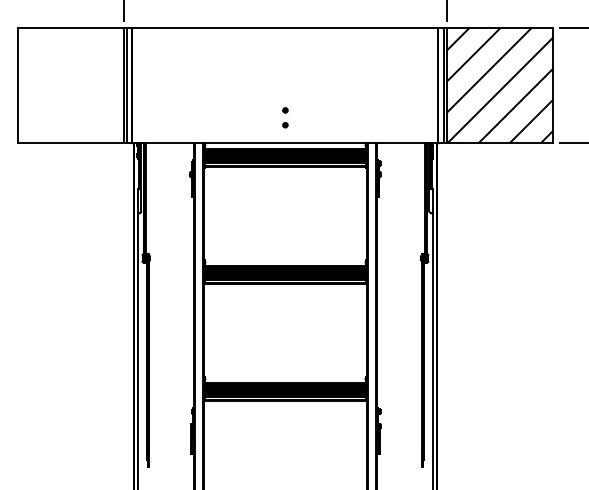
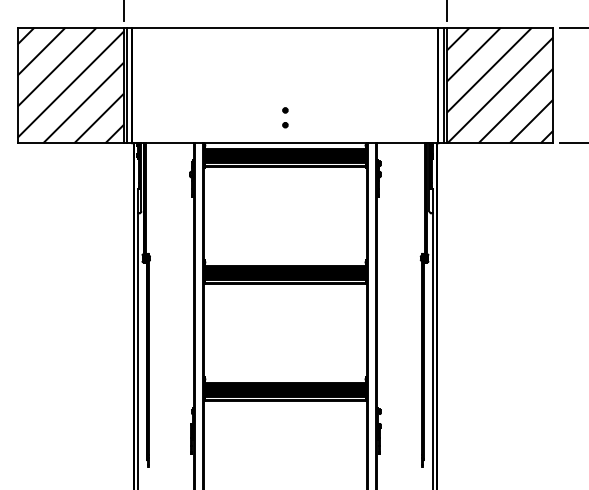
hatch at (70, 85): none -> present
